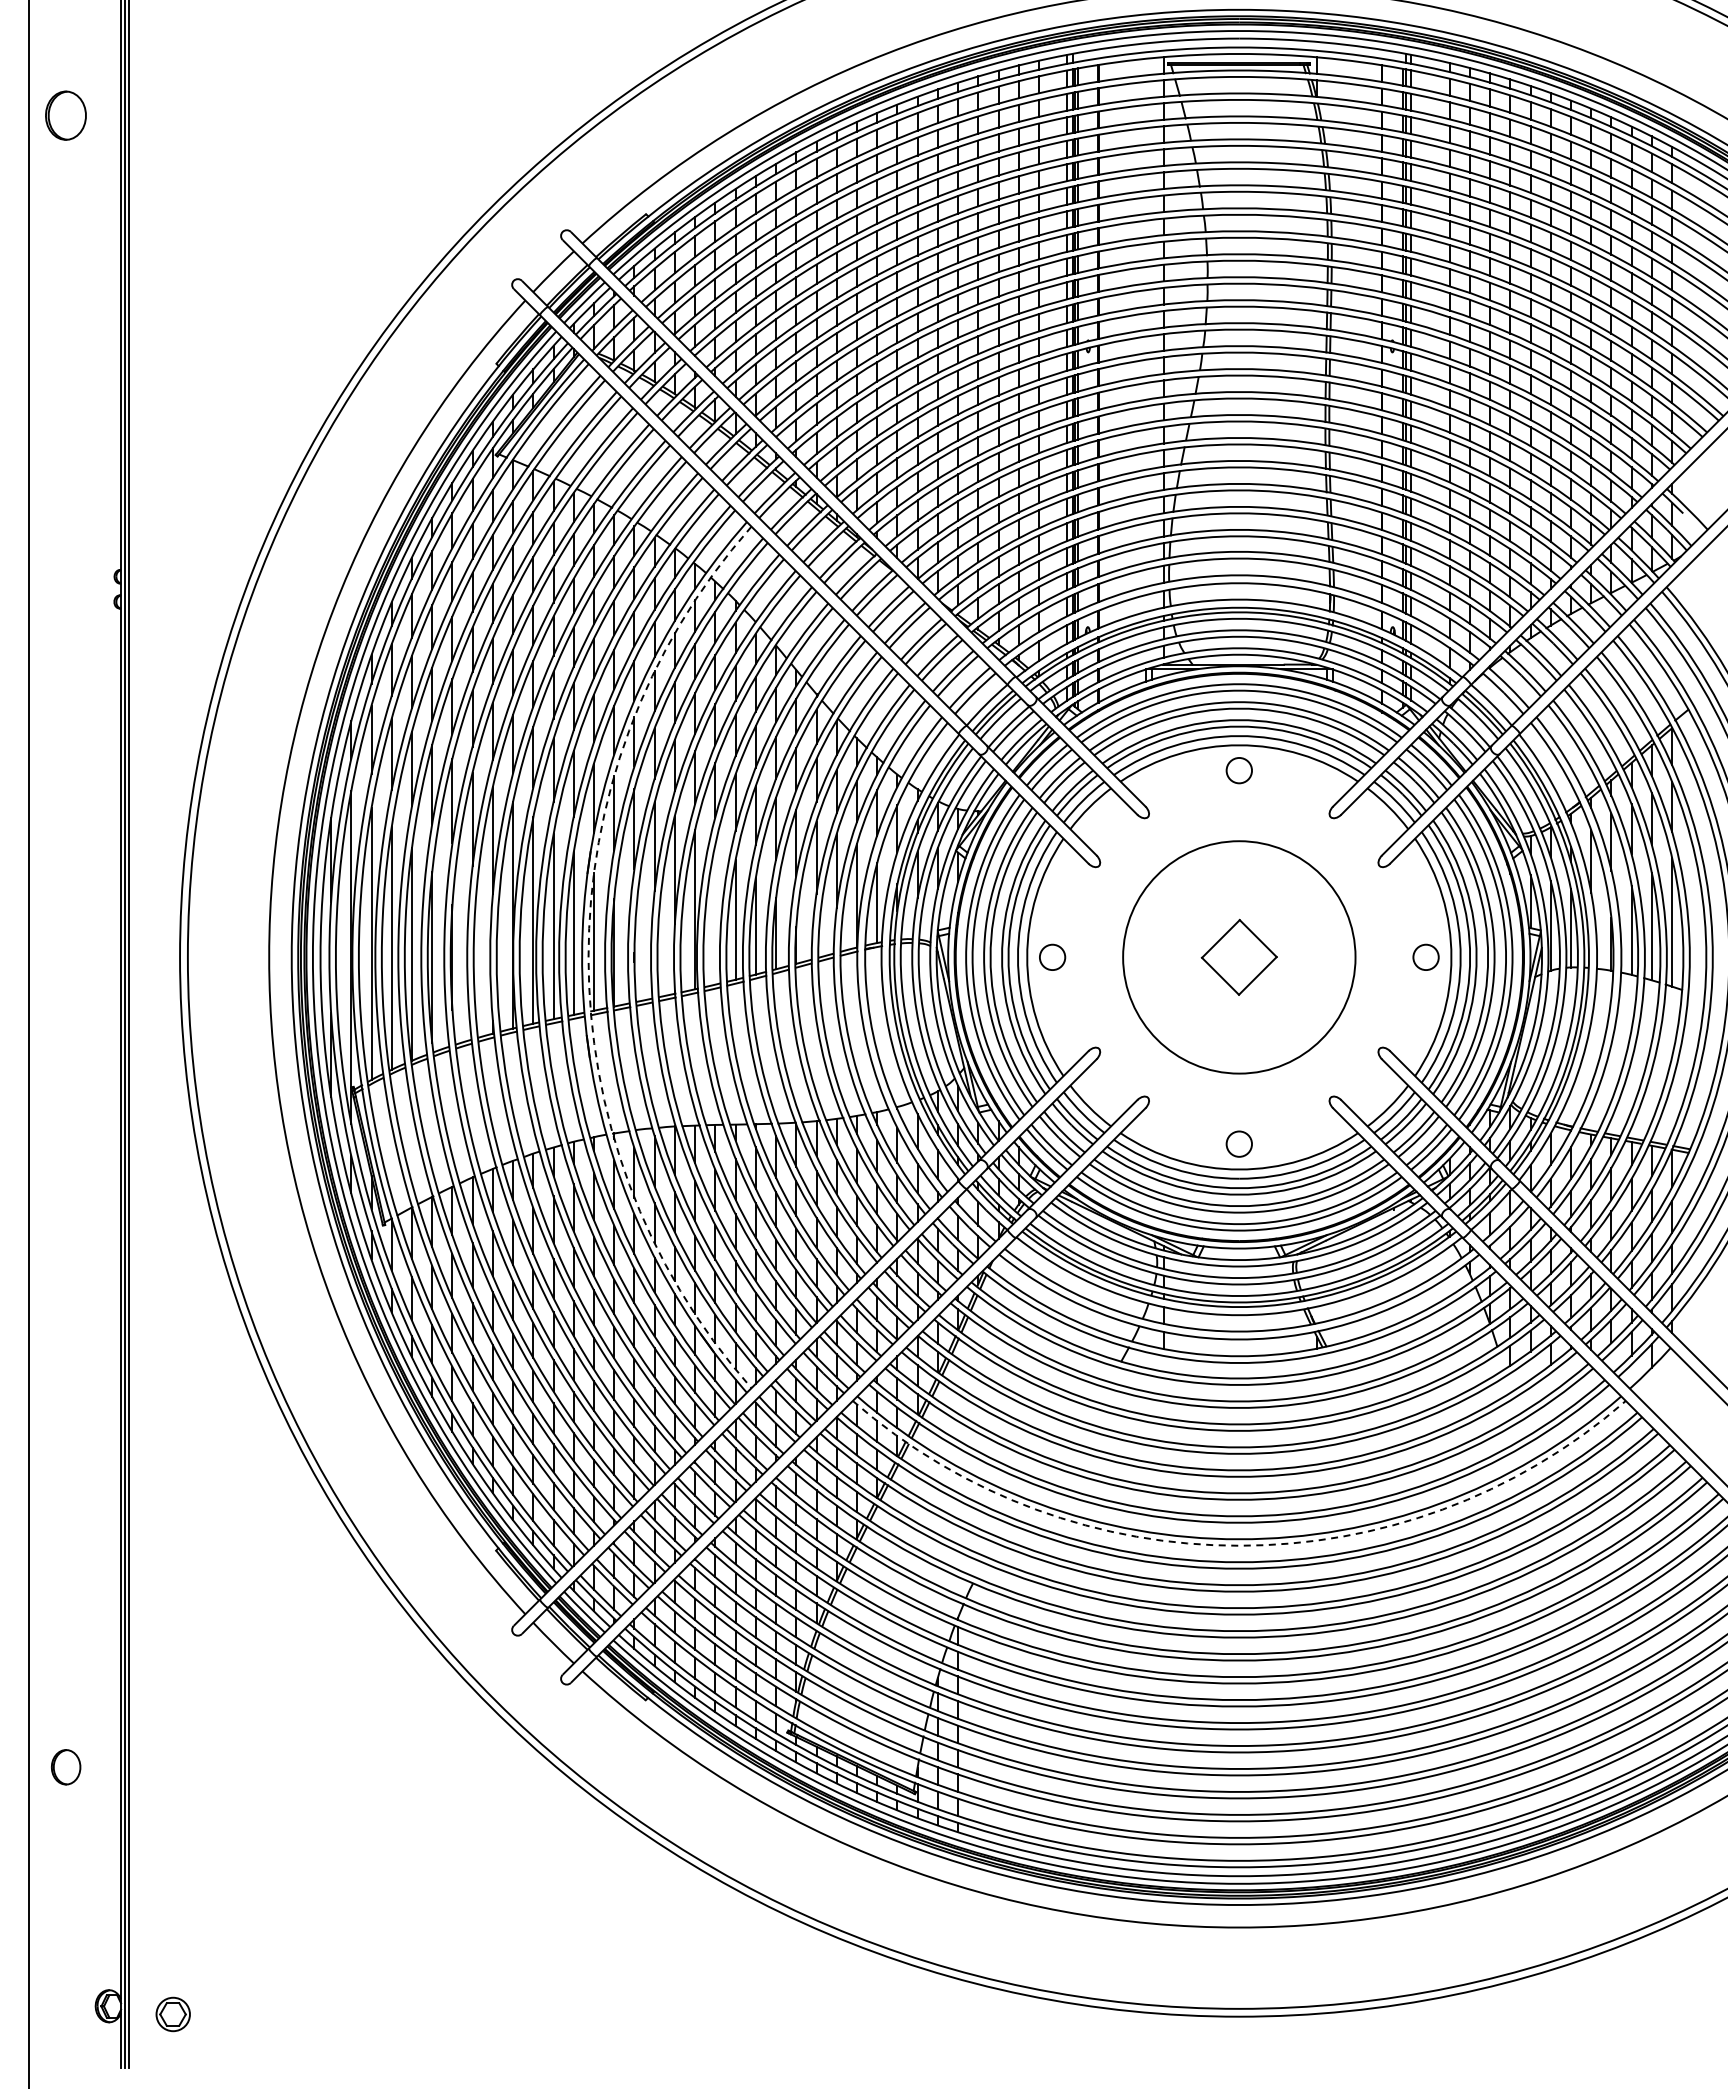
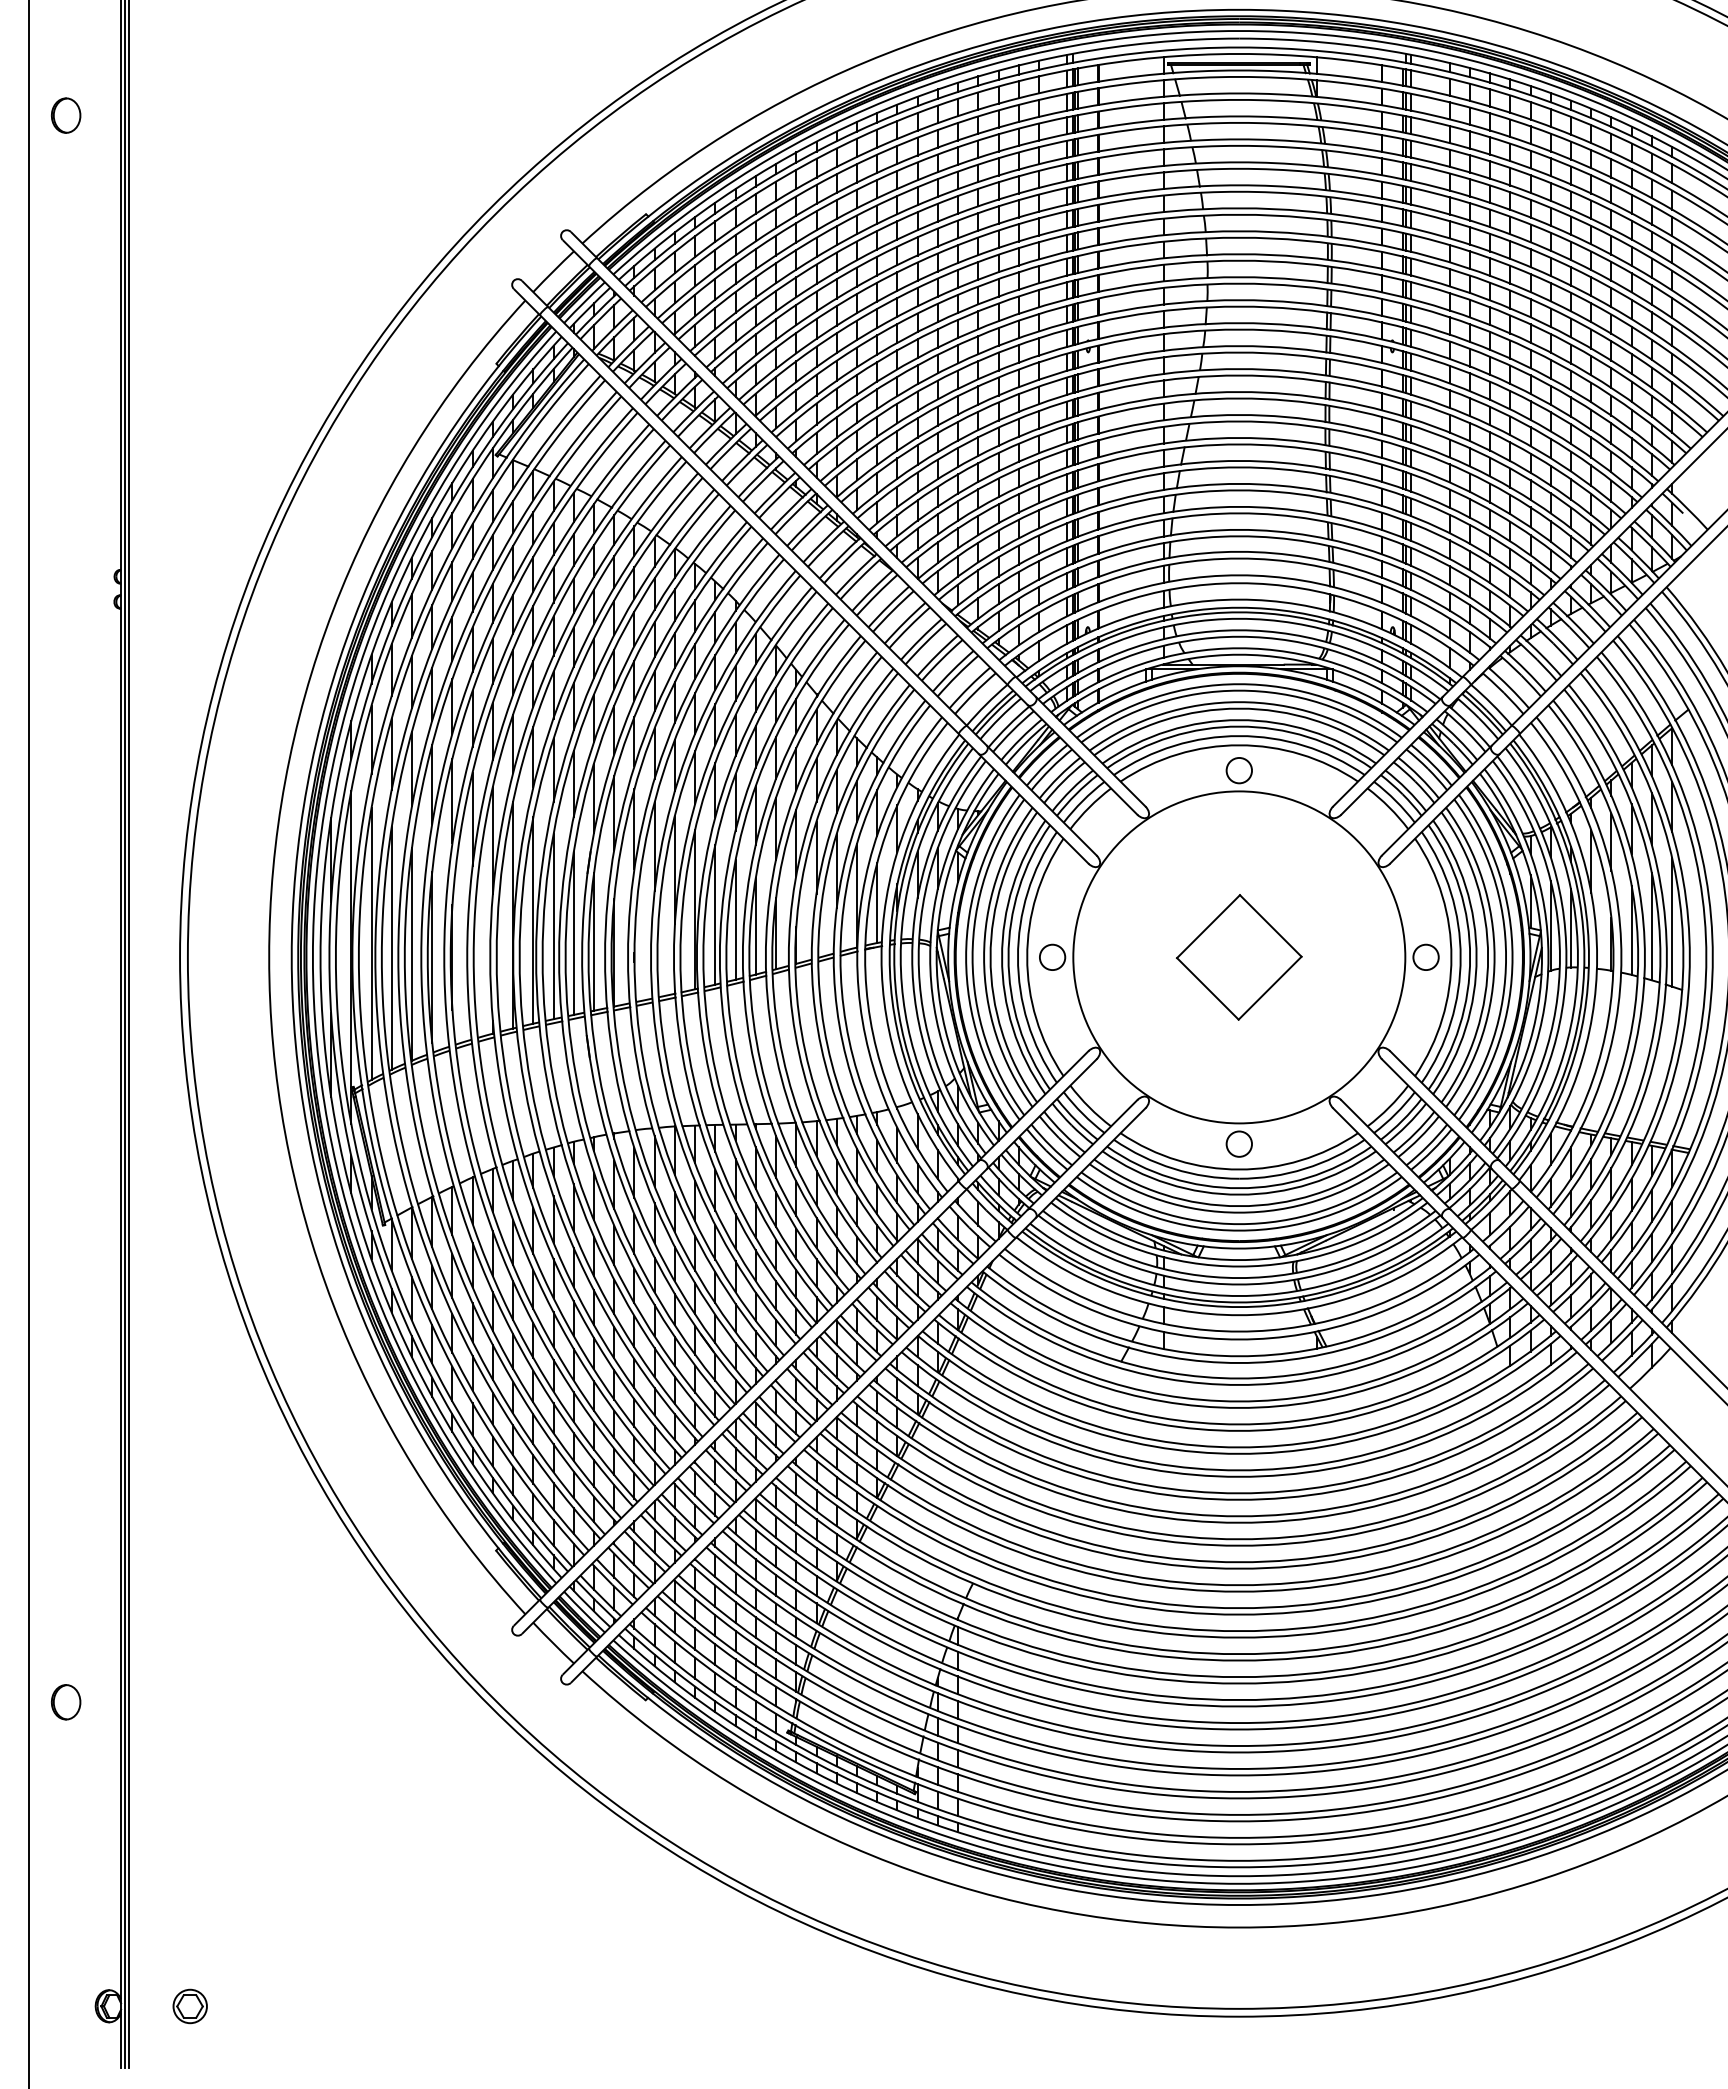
part at (65, 115) size: 42x51 px -> 31x37 px
line at (715, 914): none -> present
part at (1238, 956) size: 78x78 px -> 127x127 px
arc at (588, 957): dashed -> solid
circle at (1239, 957) diameter: 232 px -> 332 px
arc at (1239, 1545): dashed -> solid
part at (66, 1767) position: (66, 1767) -> (66, 1702)
part at (172, 2014) position: (172, 2014) -> (189, 2006)
